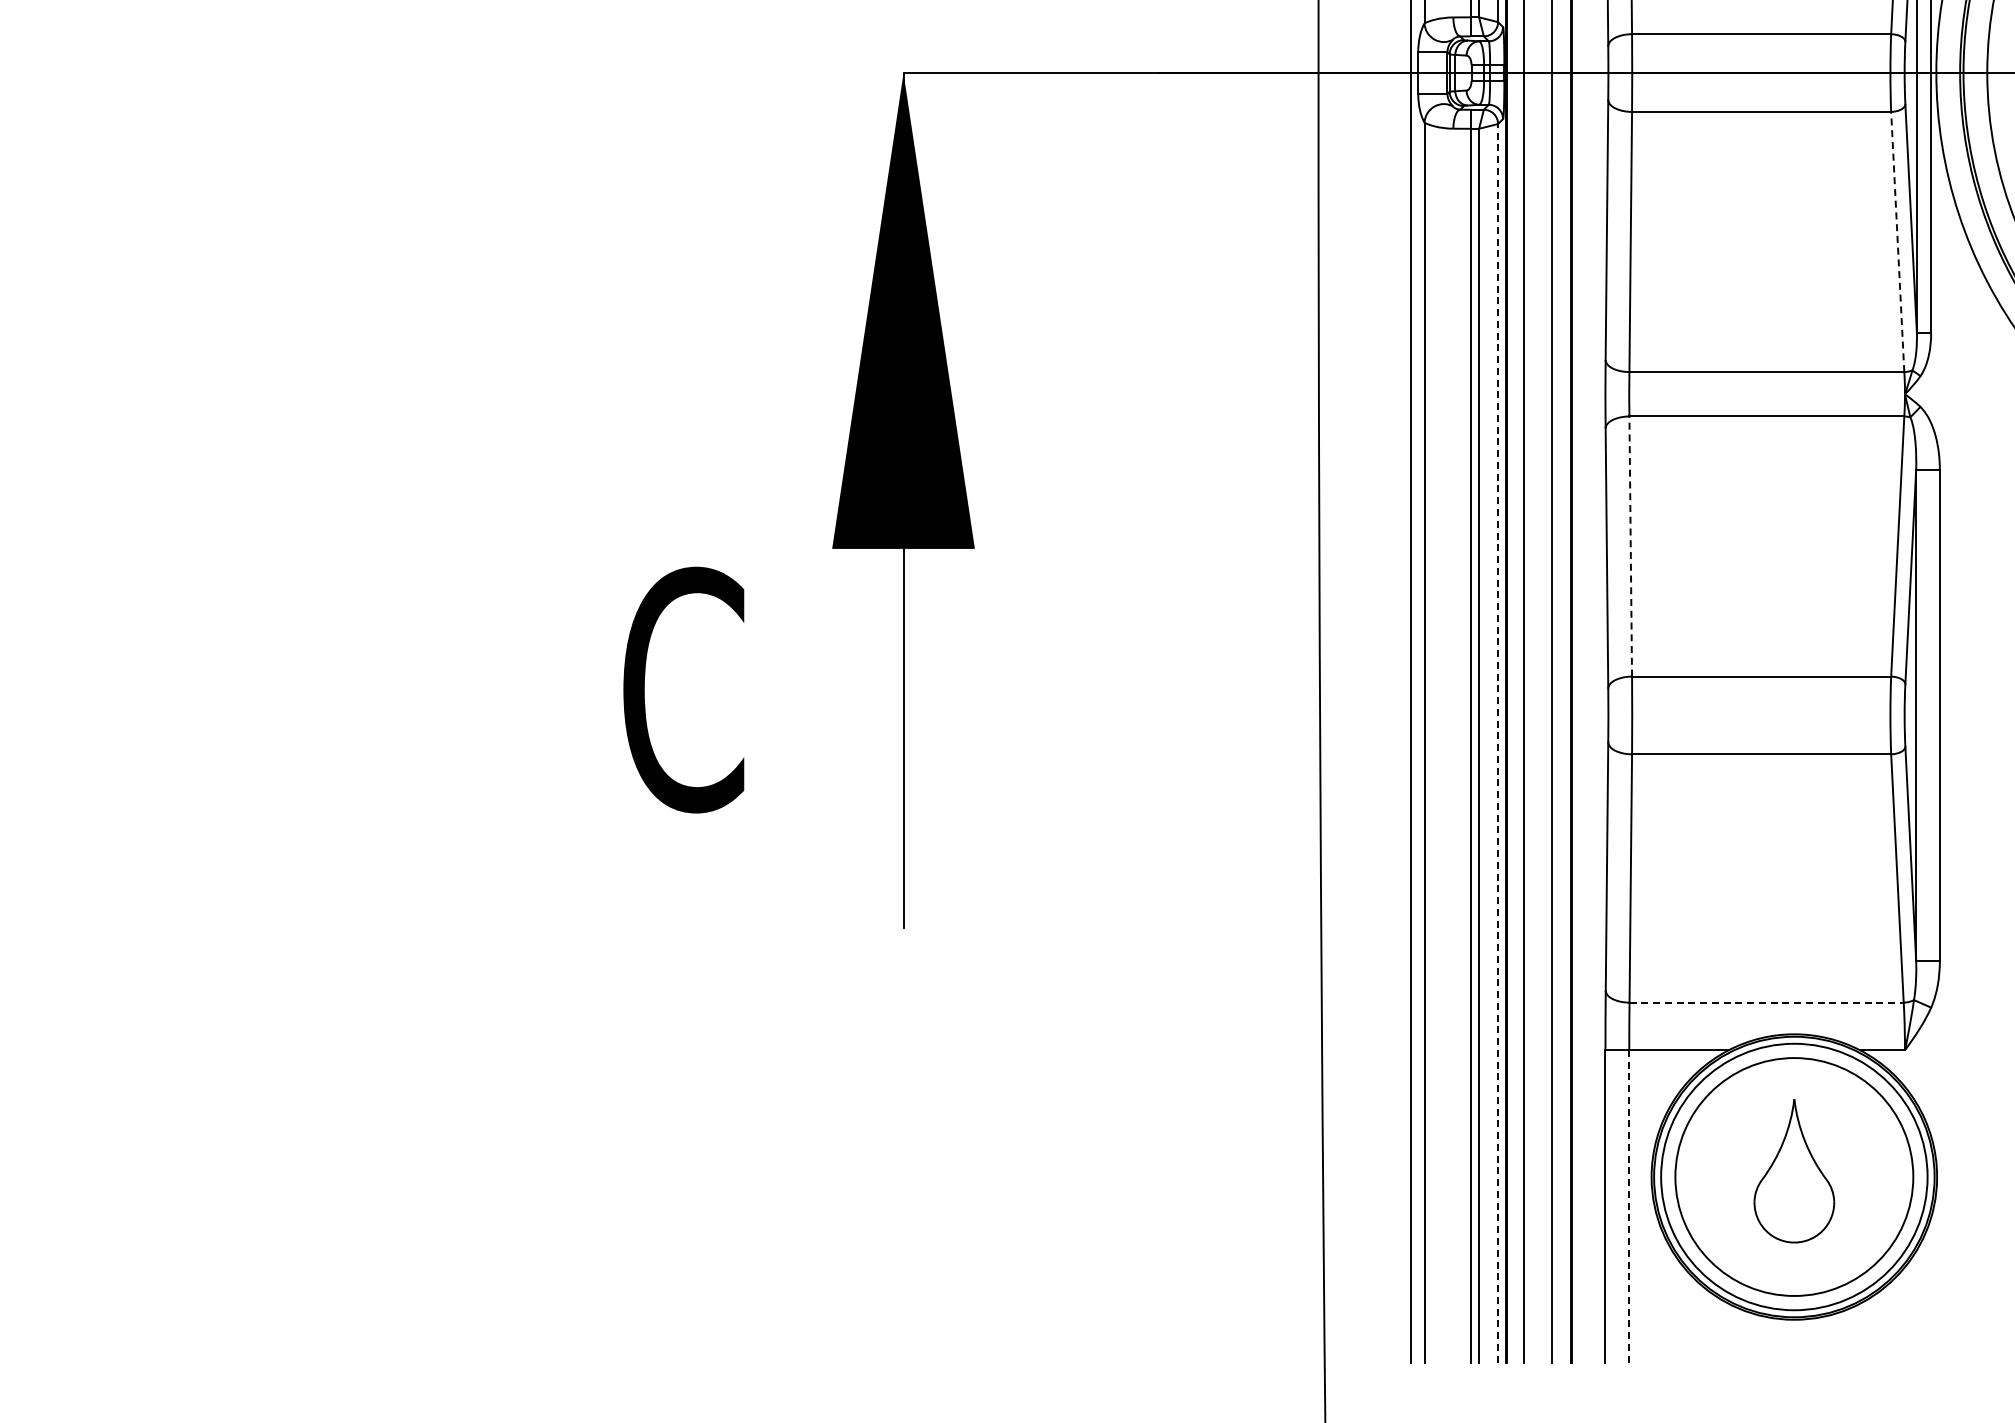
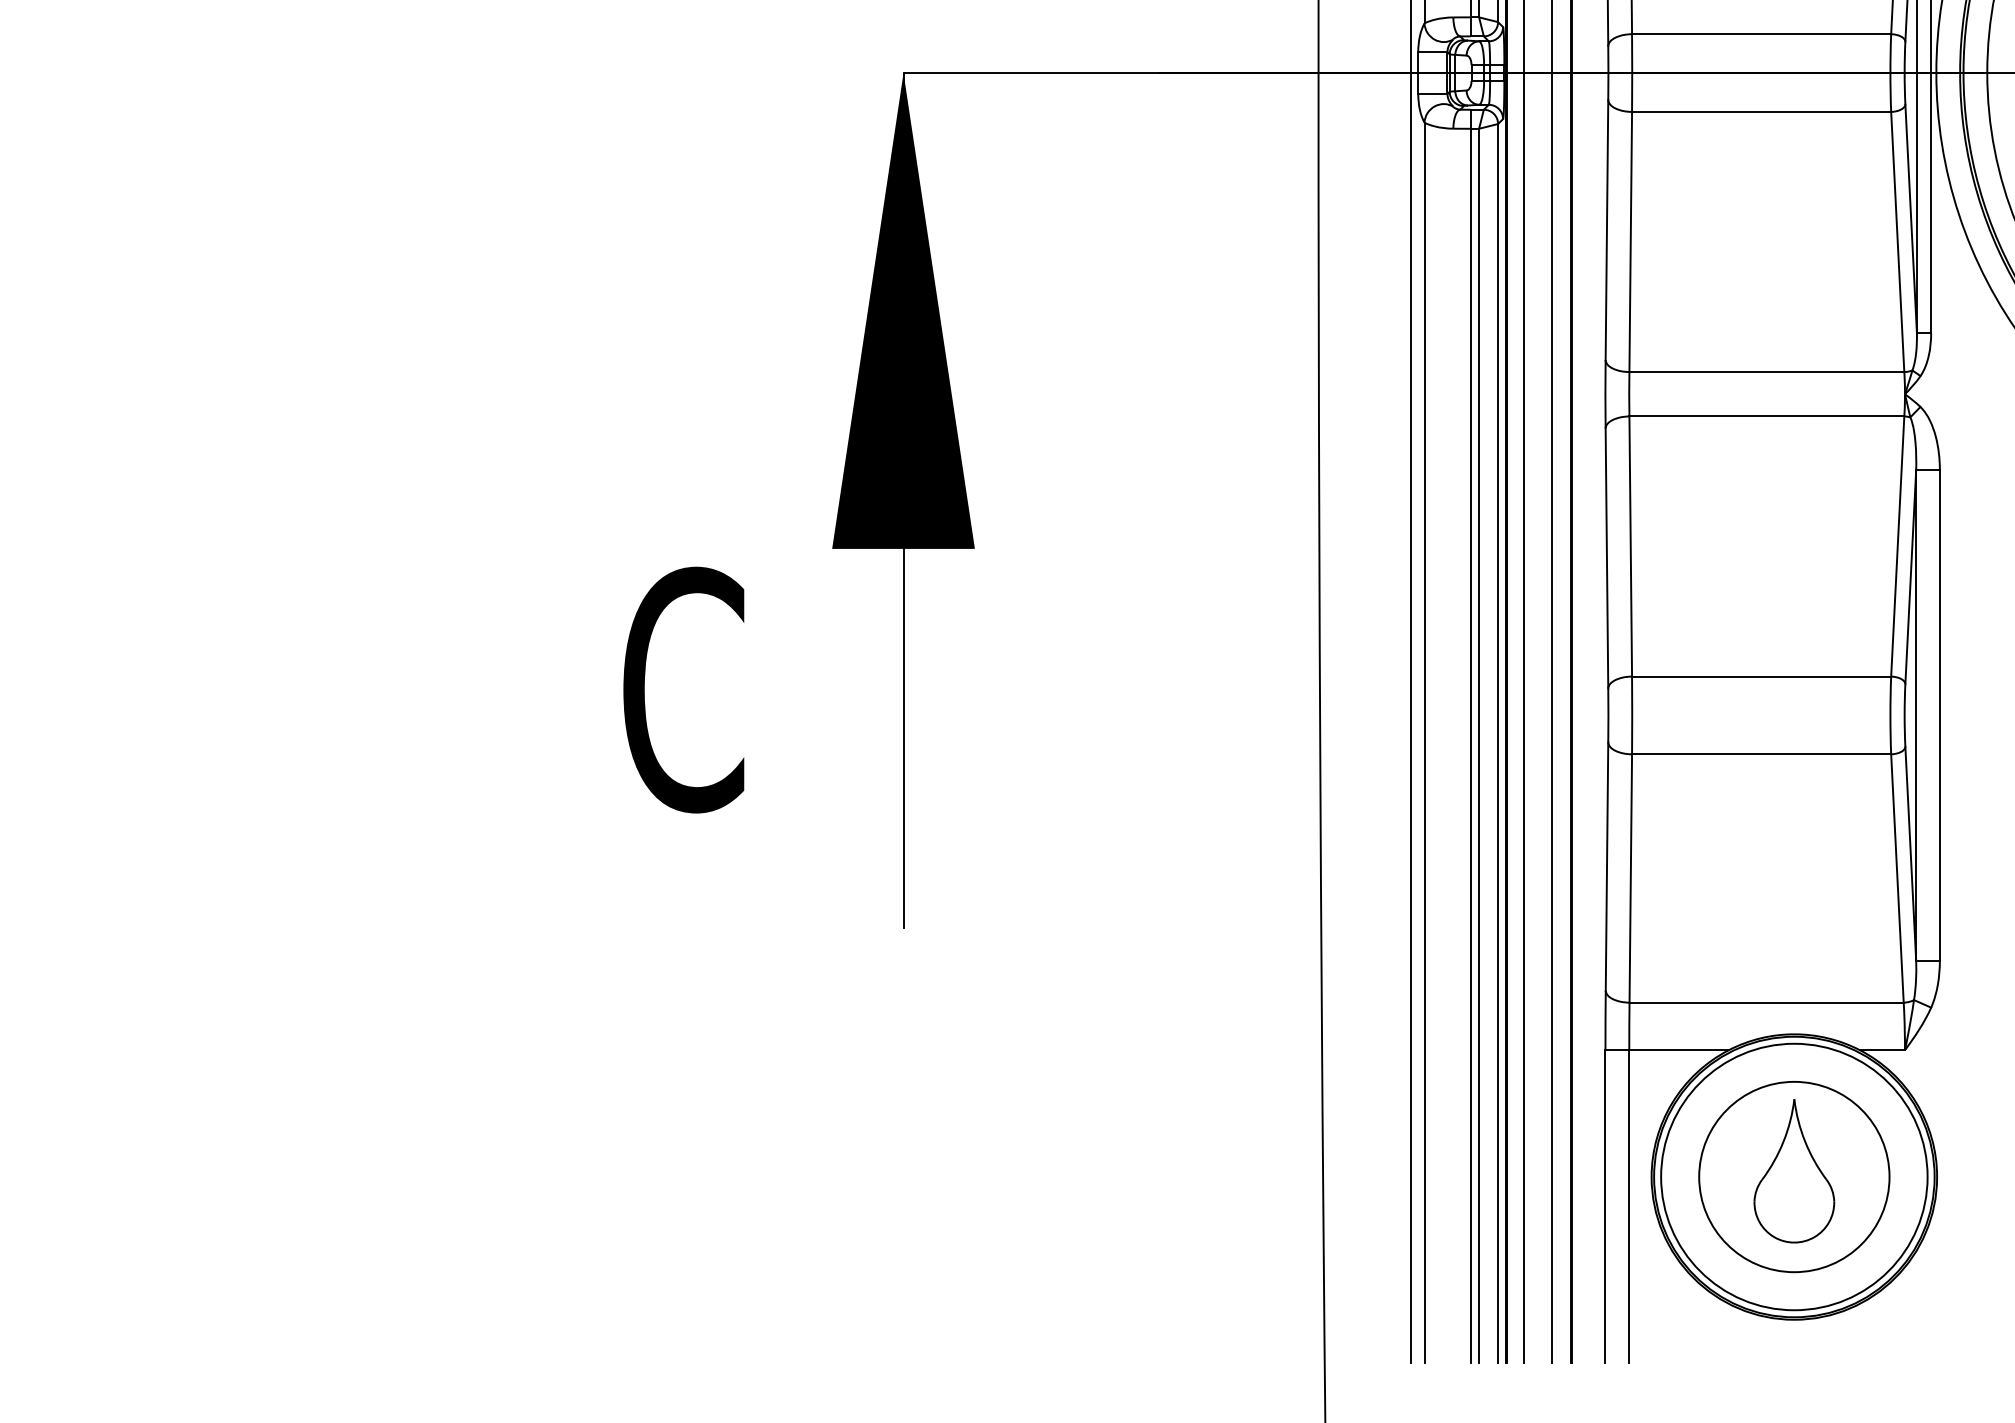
line at (1897, 241): dashed -> solid
line at (1630, 546): dashed -> solid
line at (1498, 742): dashed -> solid
line at (1767, 1002): dashed -> solid
circle at (1794, 1176) diameter: 238 px -> 190 px
line at (1629, 1205): dashed -> solid
